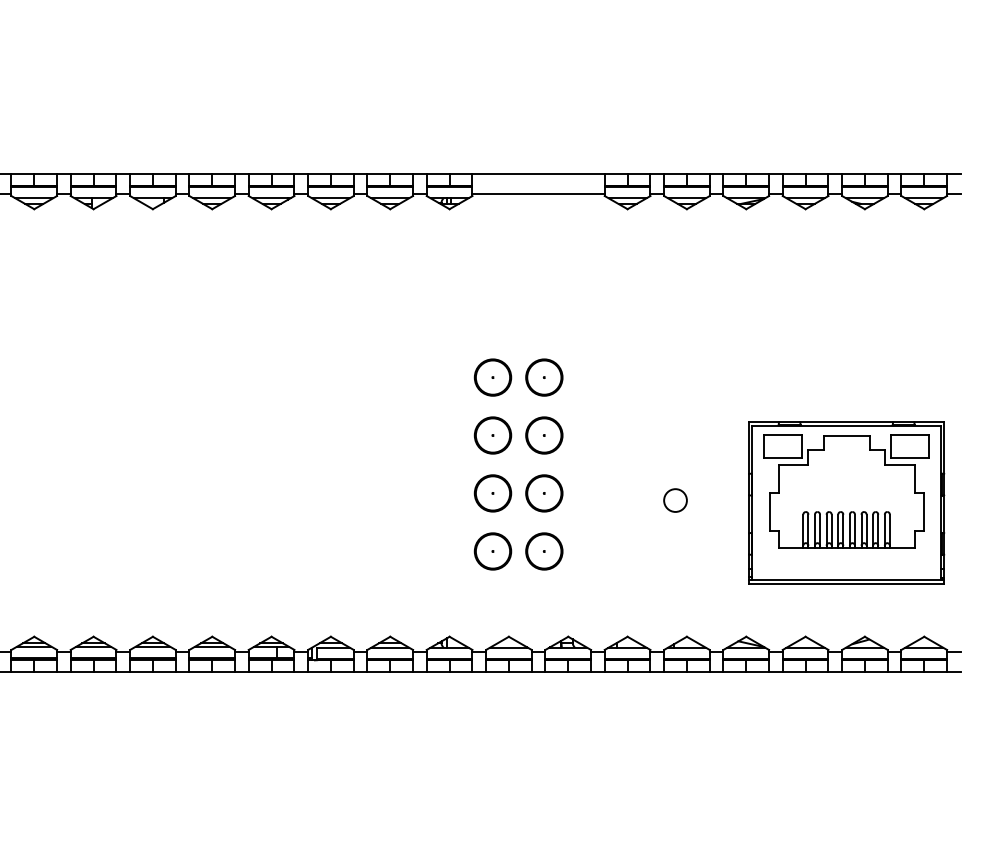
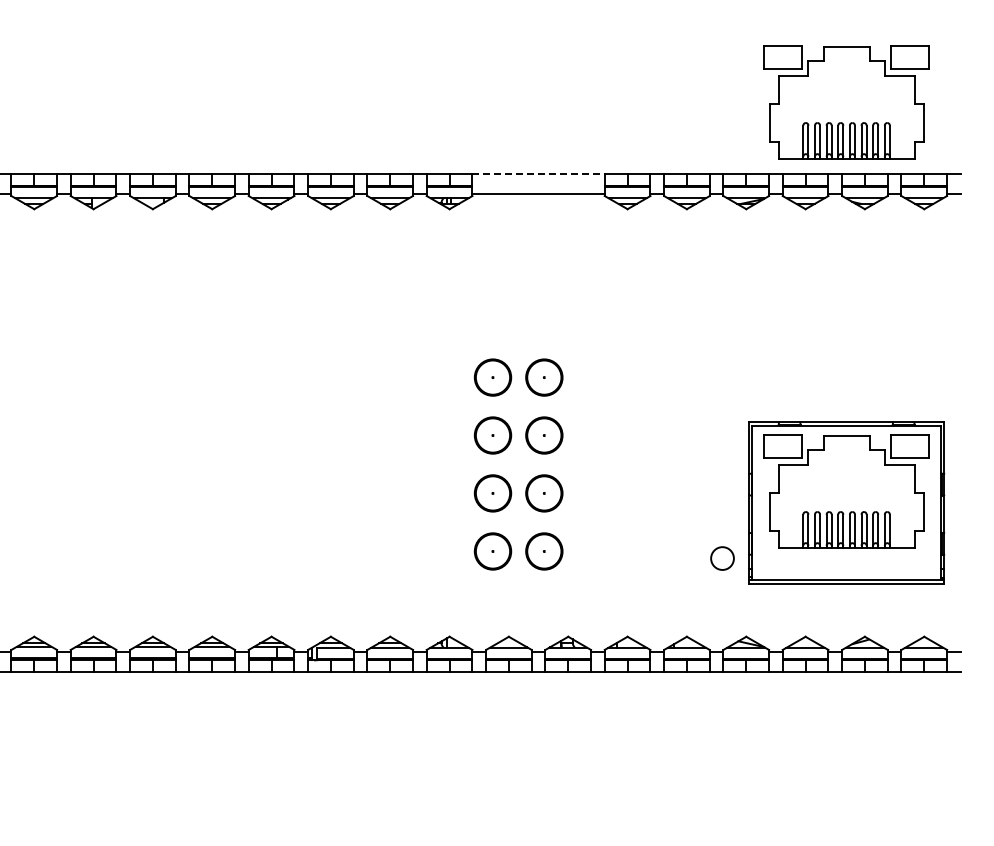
part at (846, 102): none -> present
line at (539, 174): solid -> dashed
circle at (675, 500) position: (675, 500) -> (722, 558)
